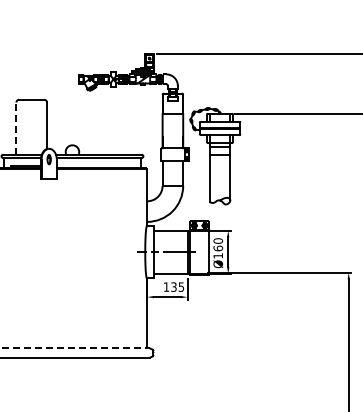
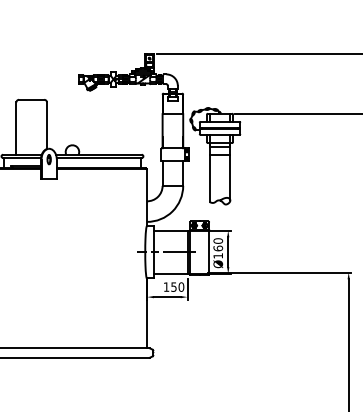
line at (16, 128): dashed -> solid
text at (177, 286): 135 -> 150
line at (75, 348): dashed -> solid
